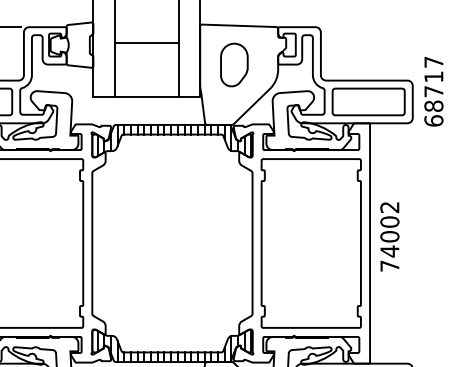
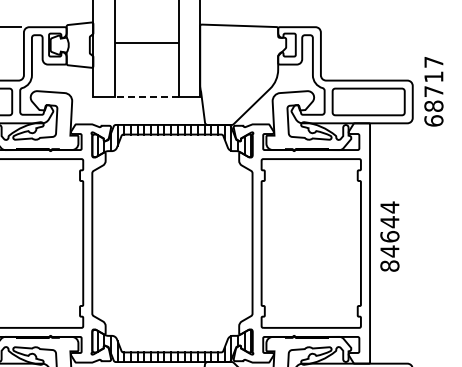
part at (234, 64): present -> none
line at (146, 96): solid -> dashed
text at (389, 236): 74002 -> 84644
